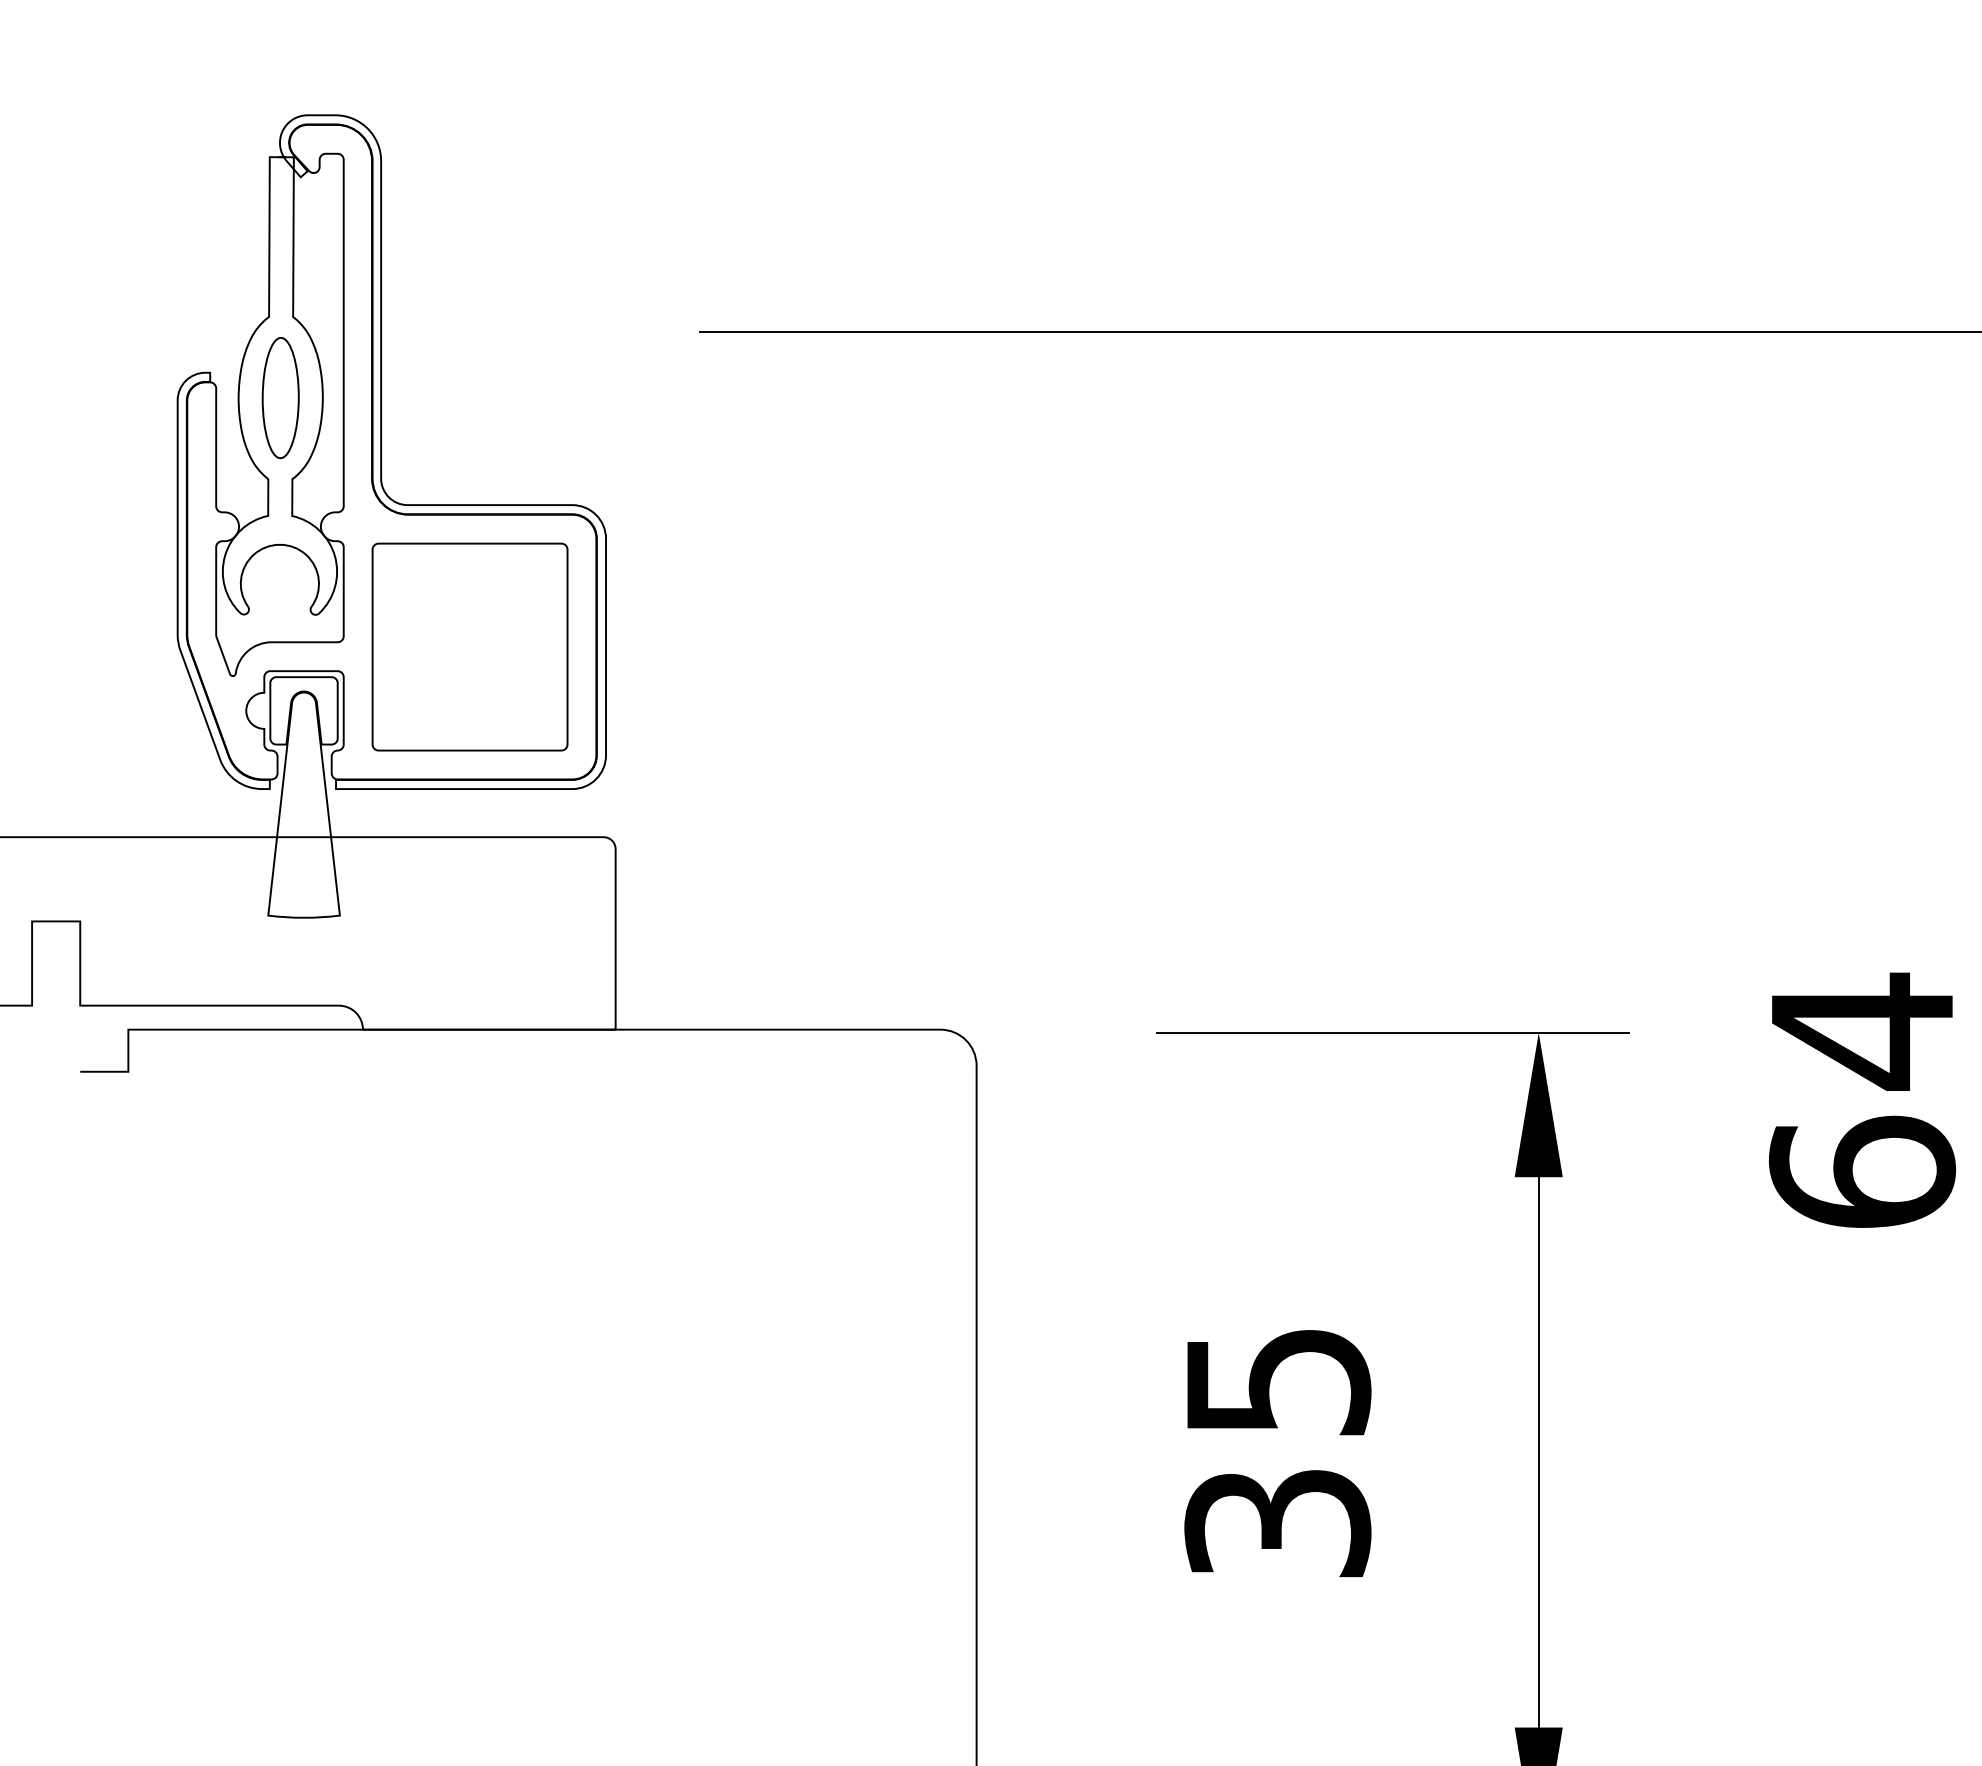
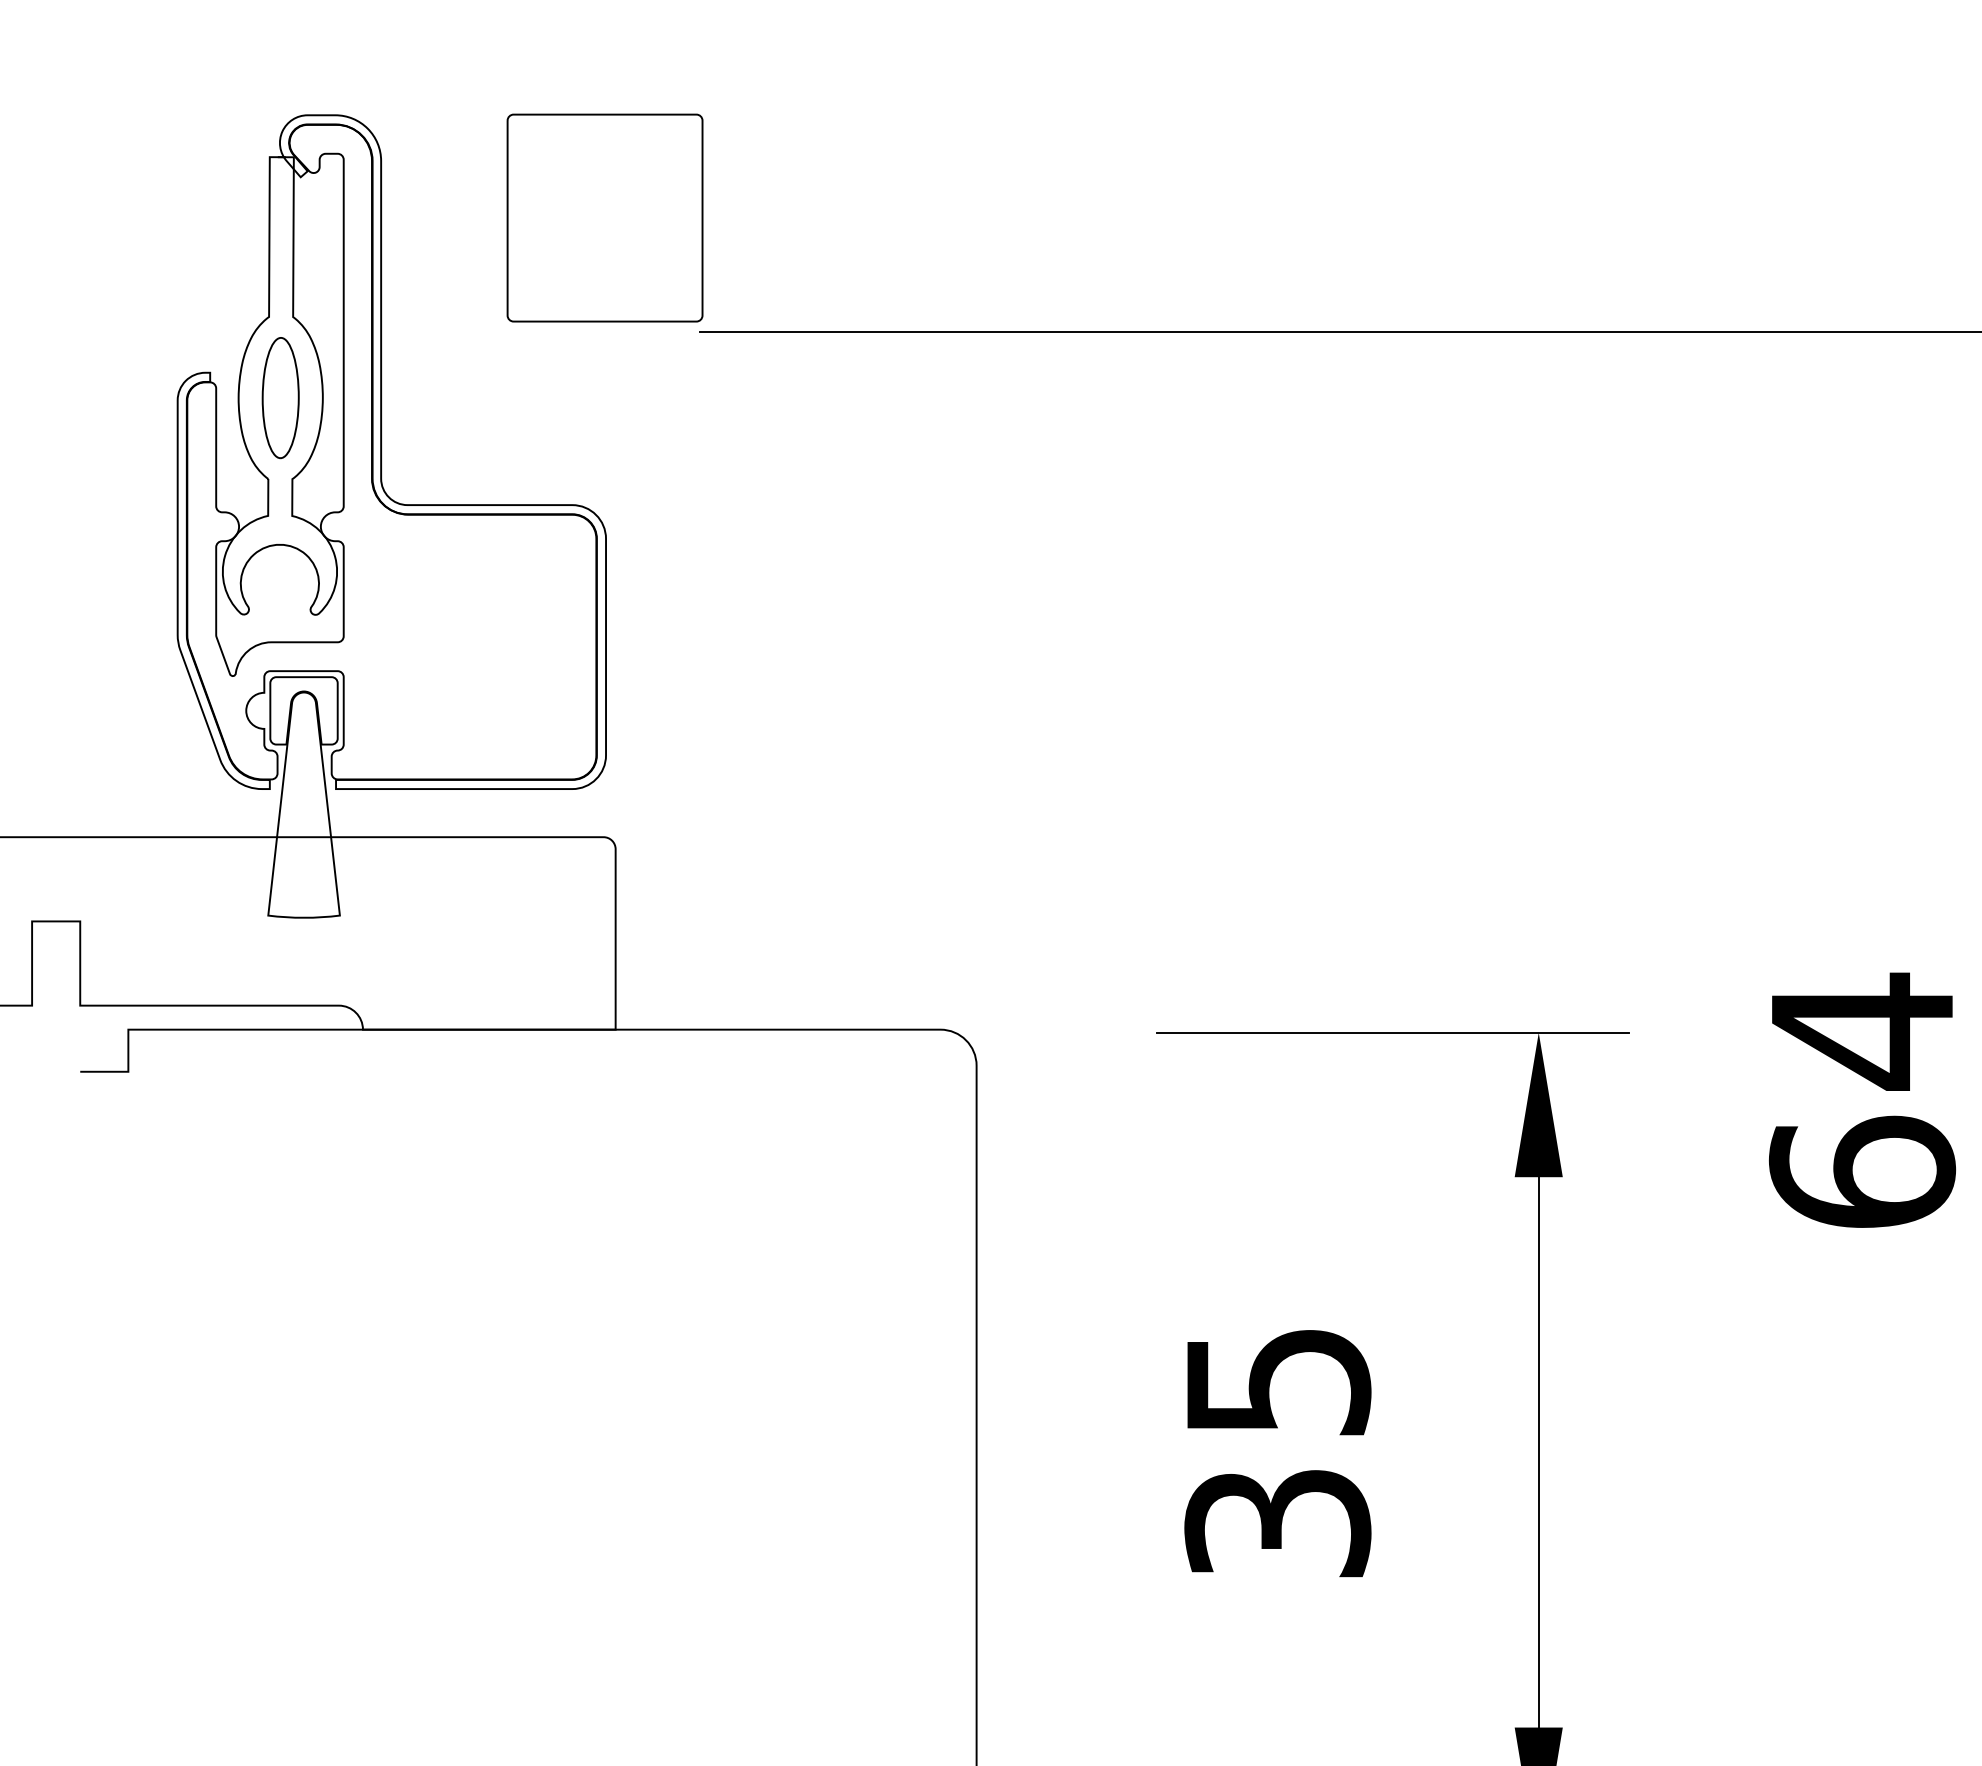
part at (469, 646) position: (469, 646) -> (604, 217)
